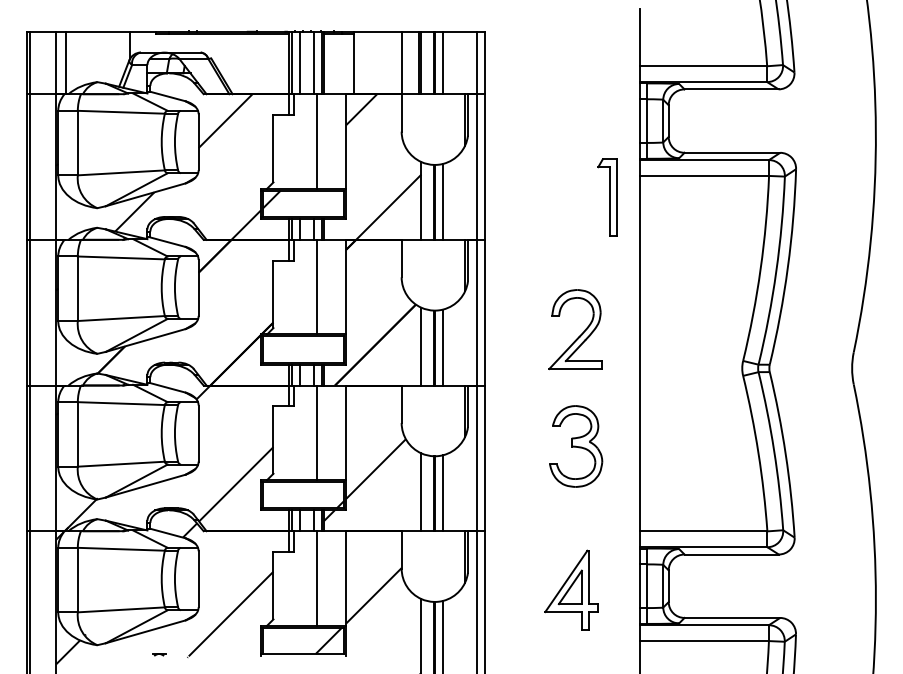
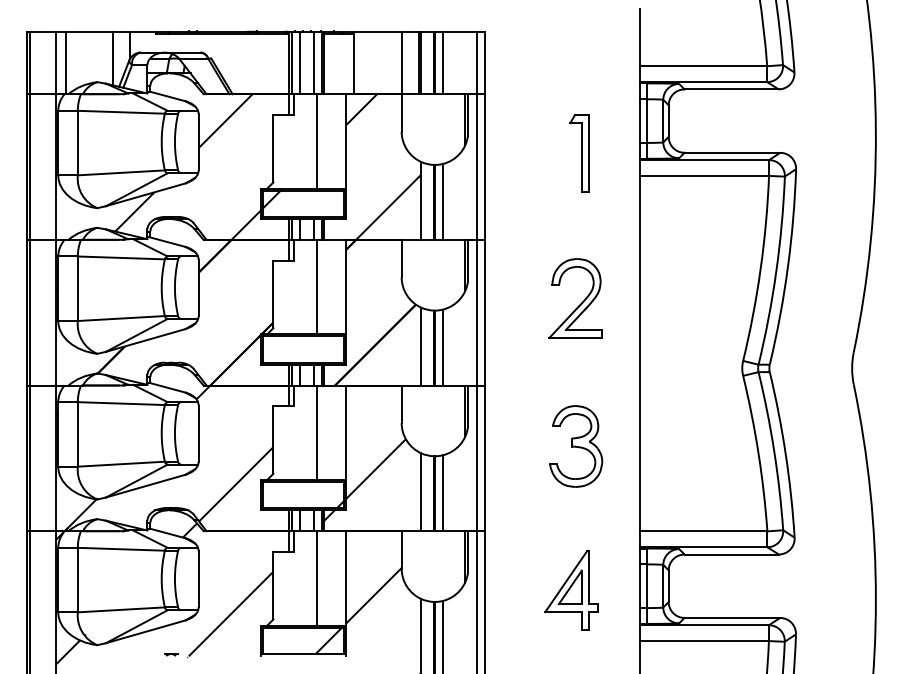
line at (113, 58): none -> present
part at (607, 197) position: (607, 197) -> (579, 153)
part at (580, 334) position: (580, 334) -> (580, 303)
part at (159, 654) position: (159, 654) -> (171, 654)
